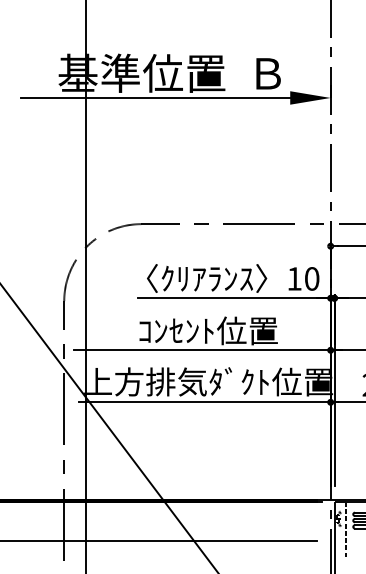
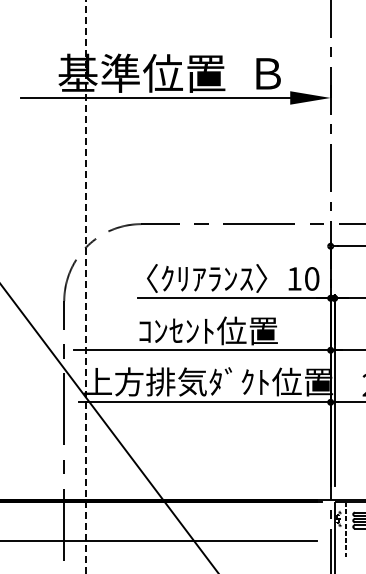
line at (86, 286): solid -> dashed
